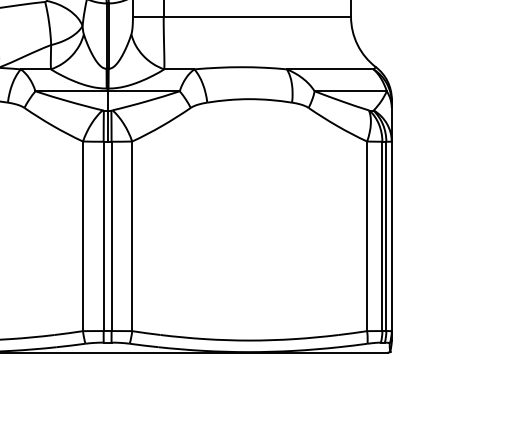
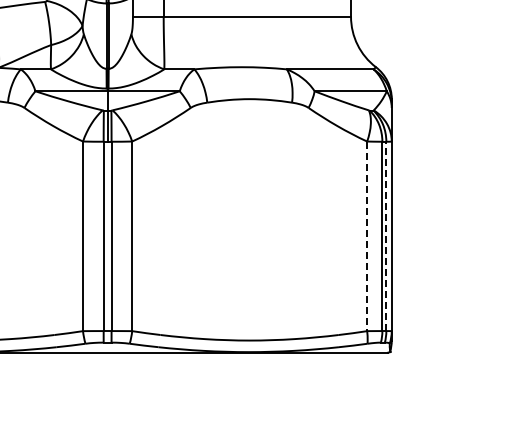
line at (367, 236): solid -> dashed
line at (386, 236): solid -> dashed
